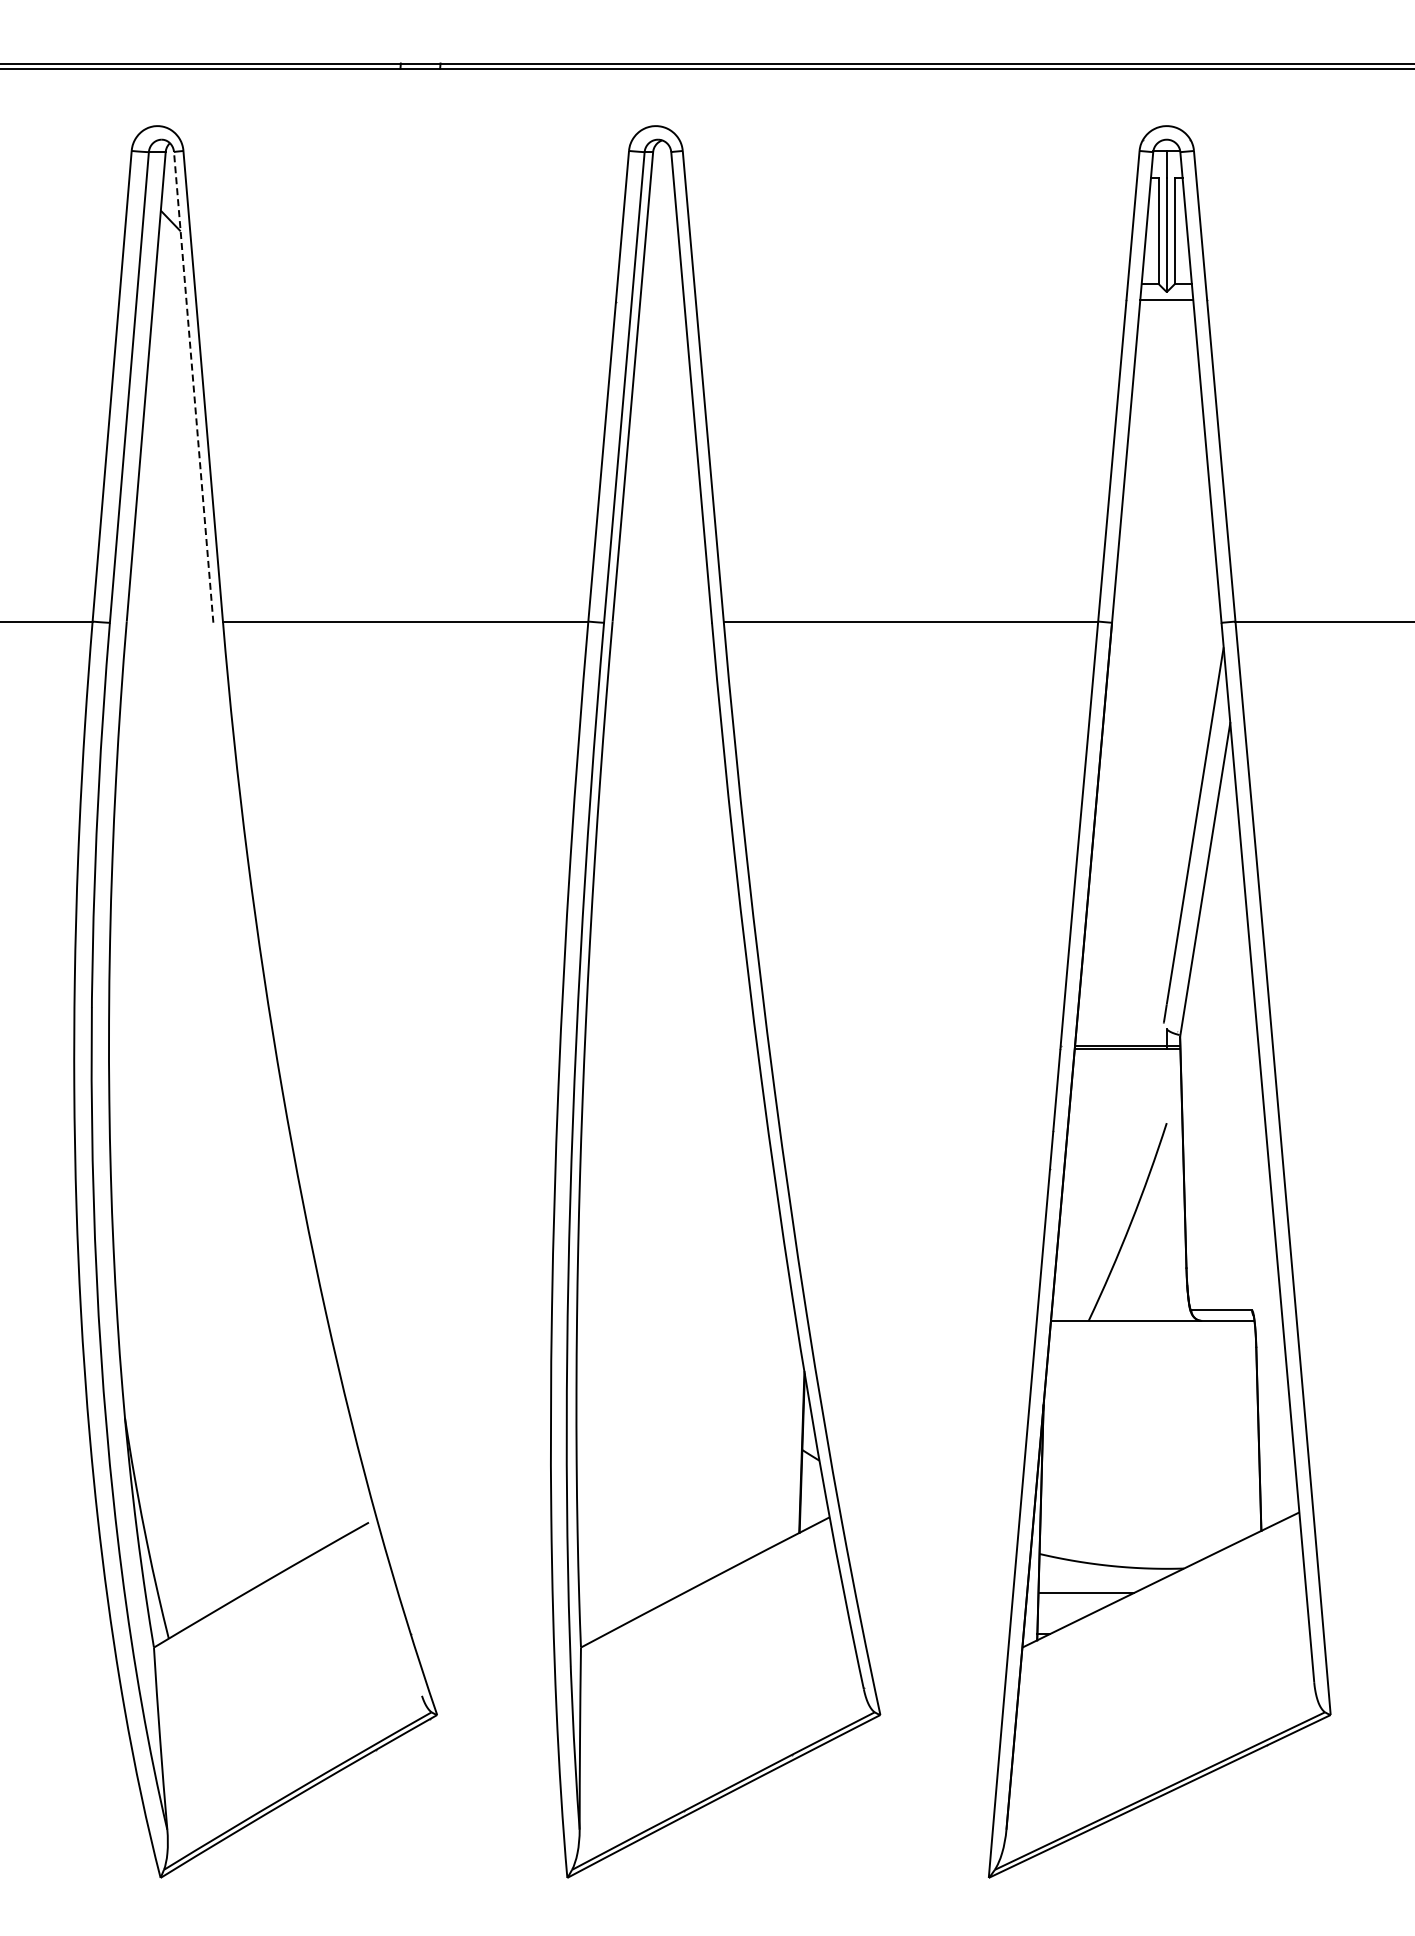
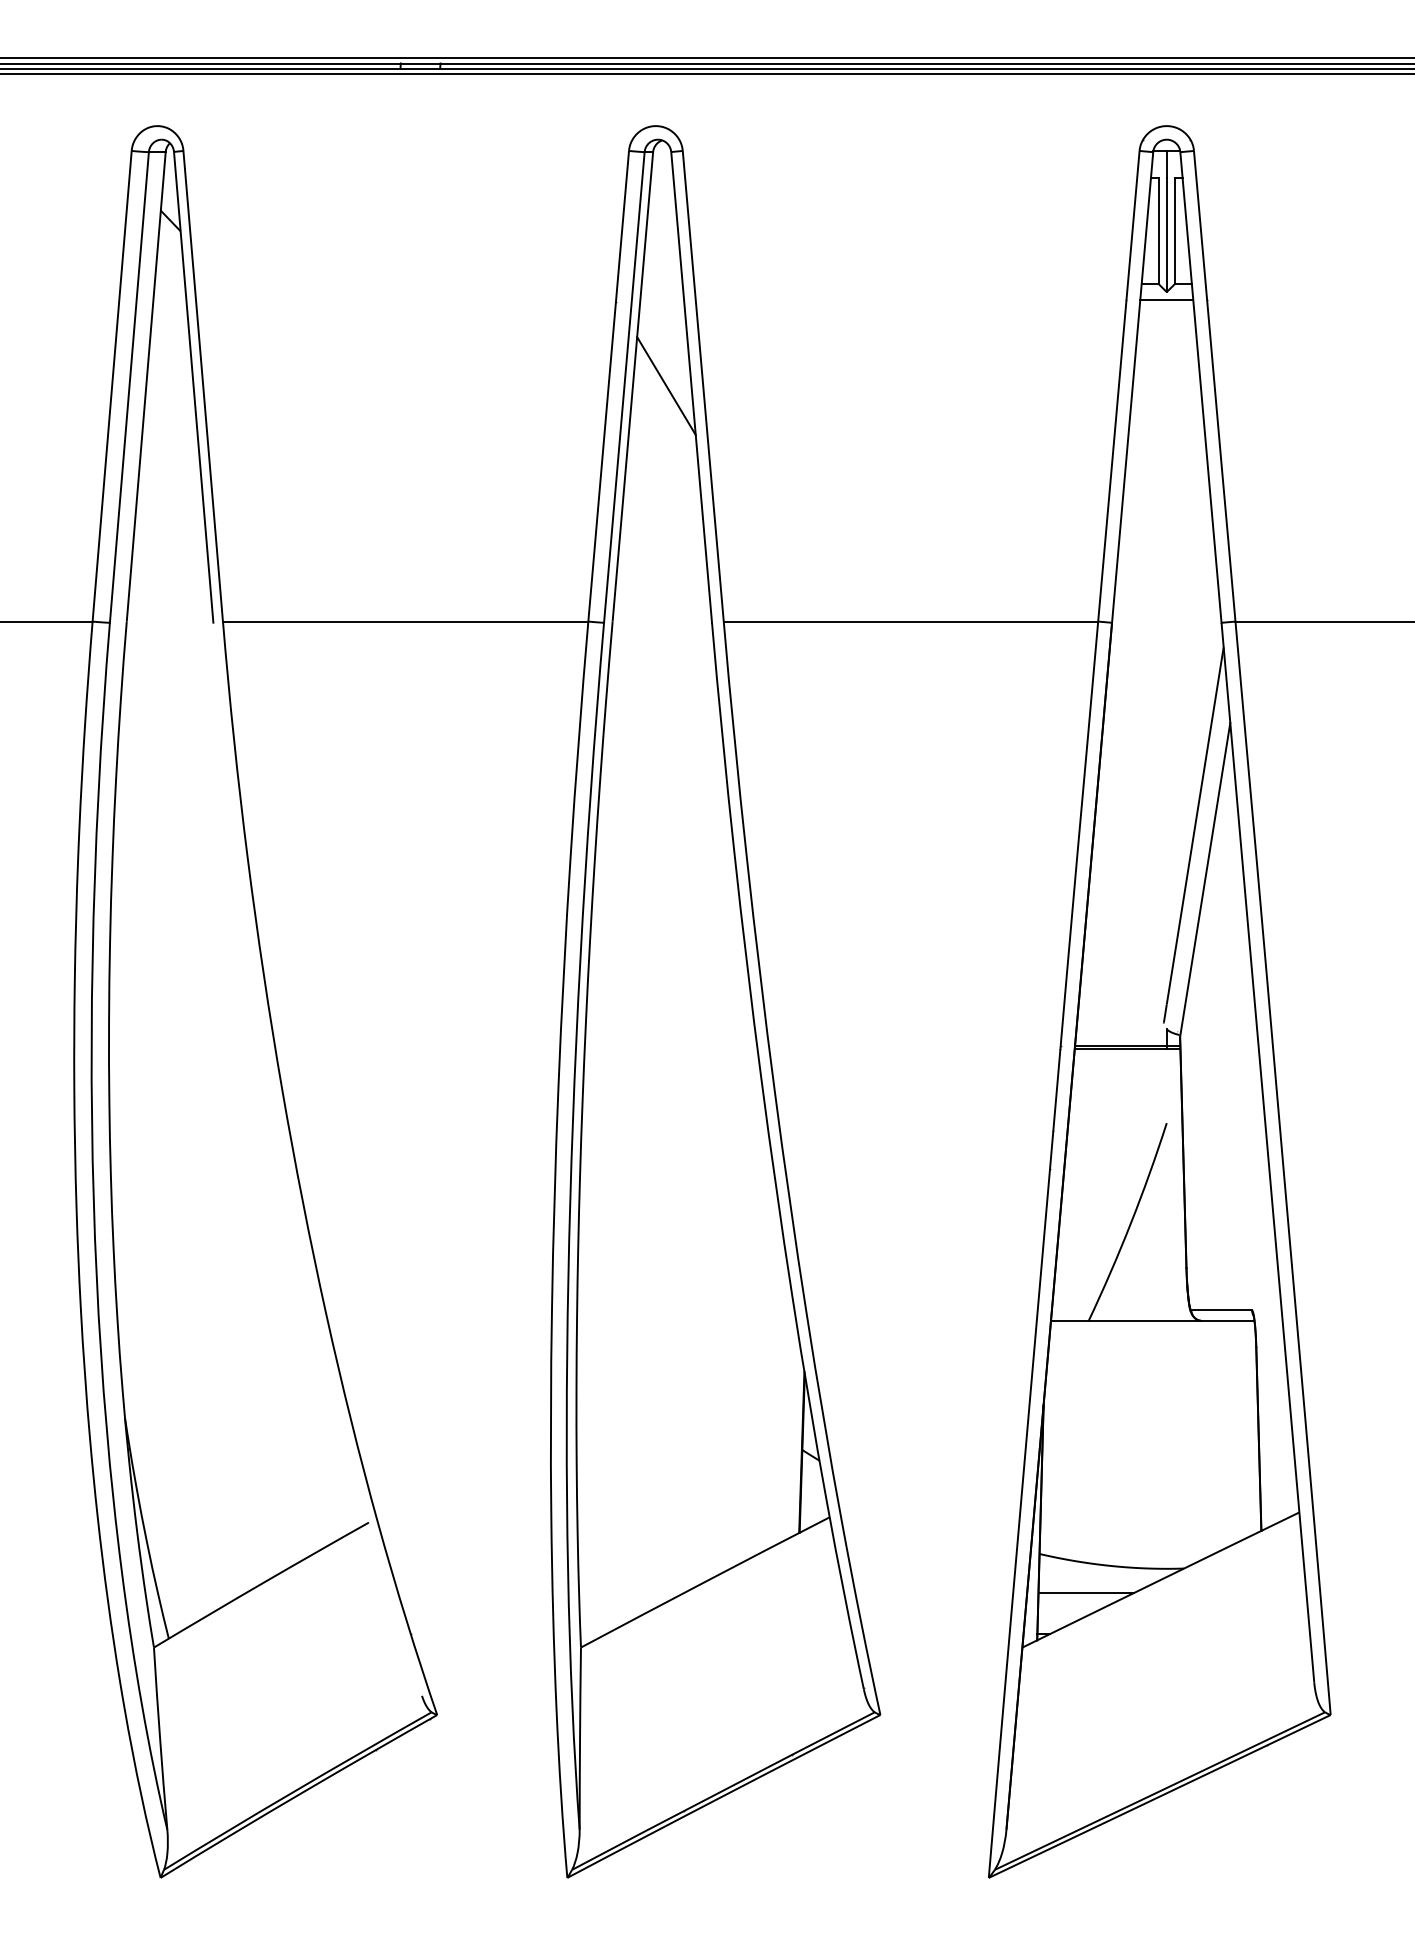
line at (706, 58): none -> present
line at (706, 74): none -> present
line at (666, 385): none -> present
line at (193, 386): dashed -> solid
